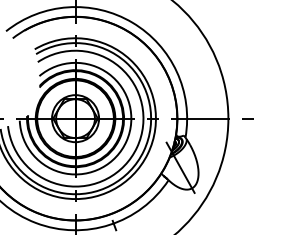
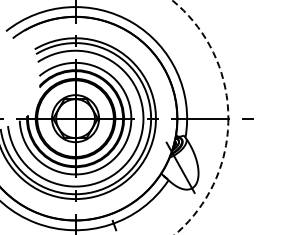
circle at (200, 117): solid -> dashed
